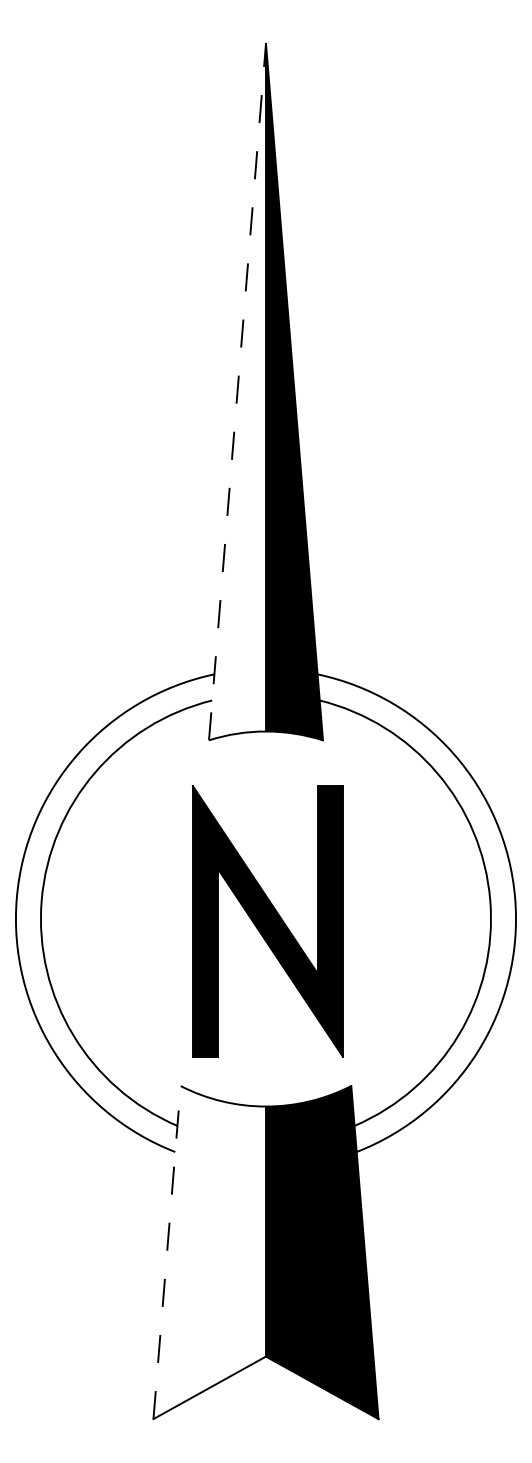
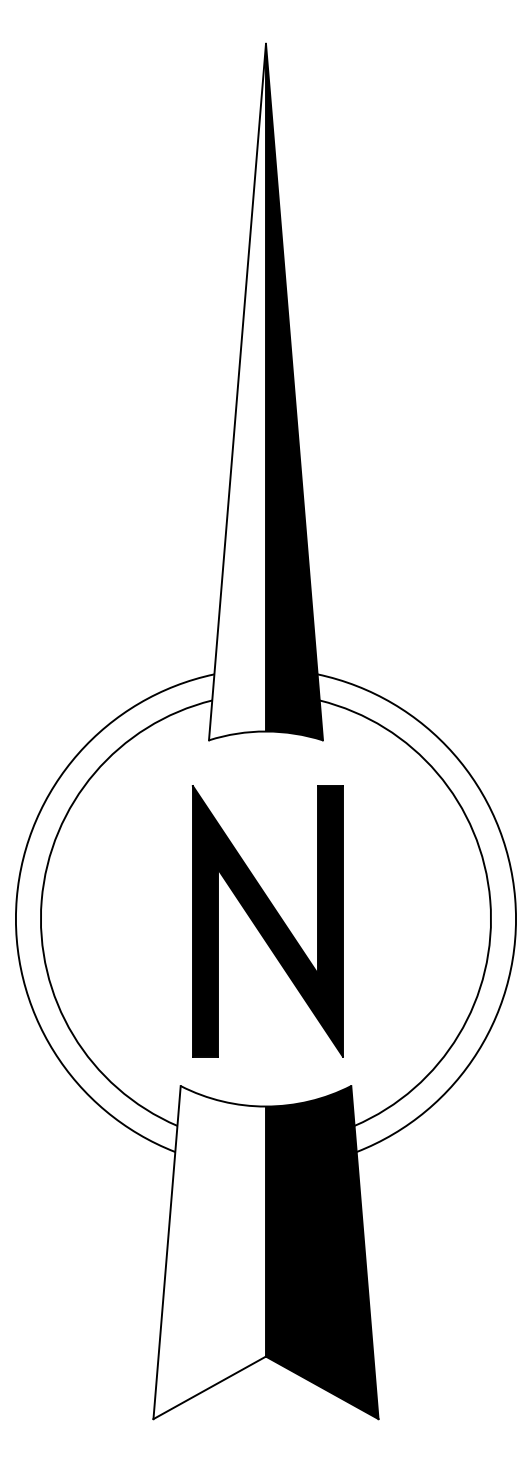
line at (237, 391): dashed -> solid
line at (167, 1252): dashed -> solid
